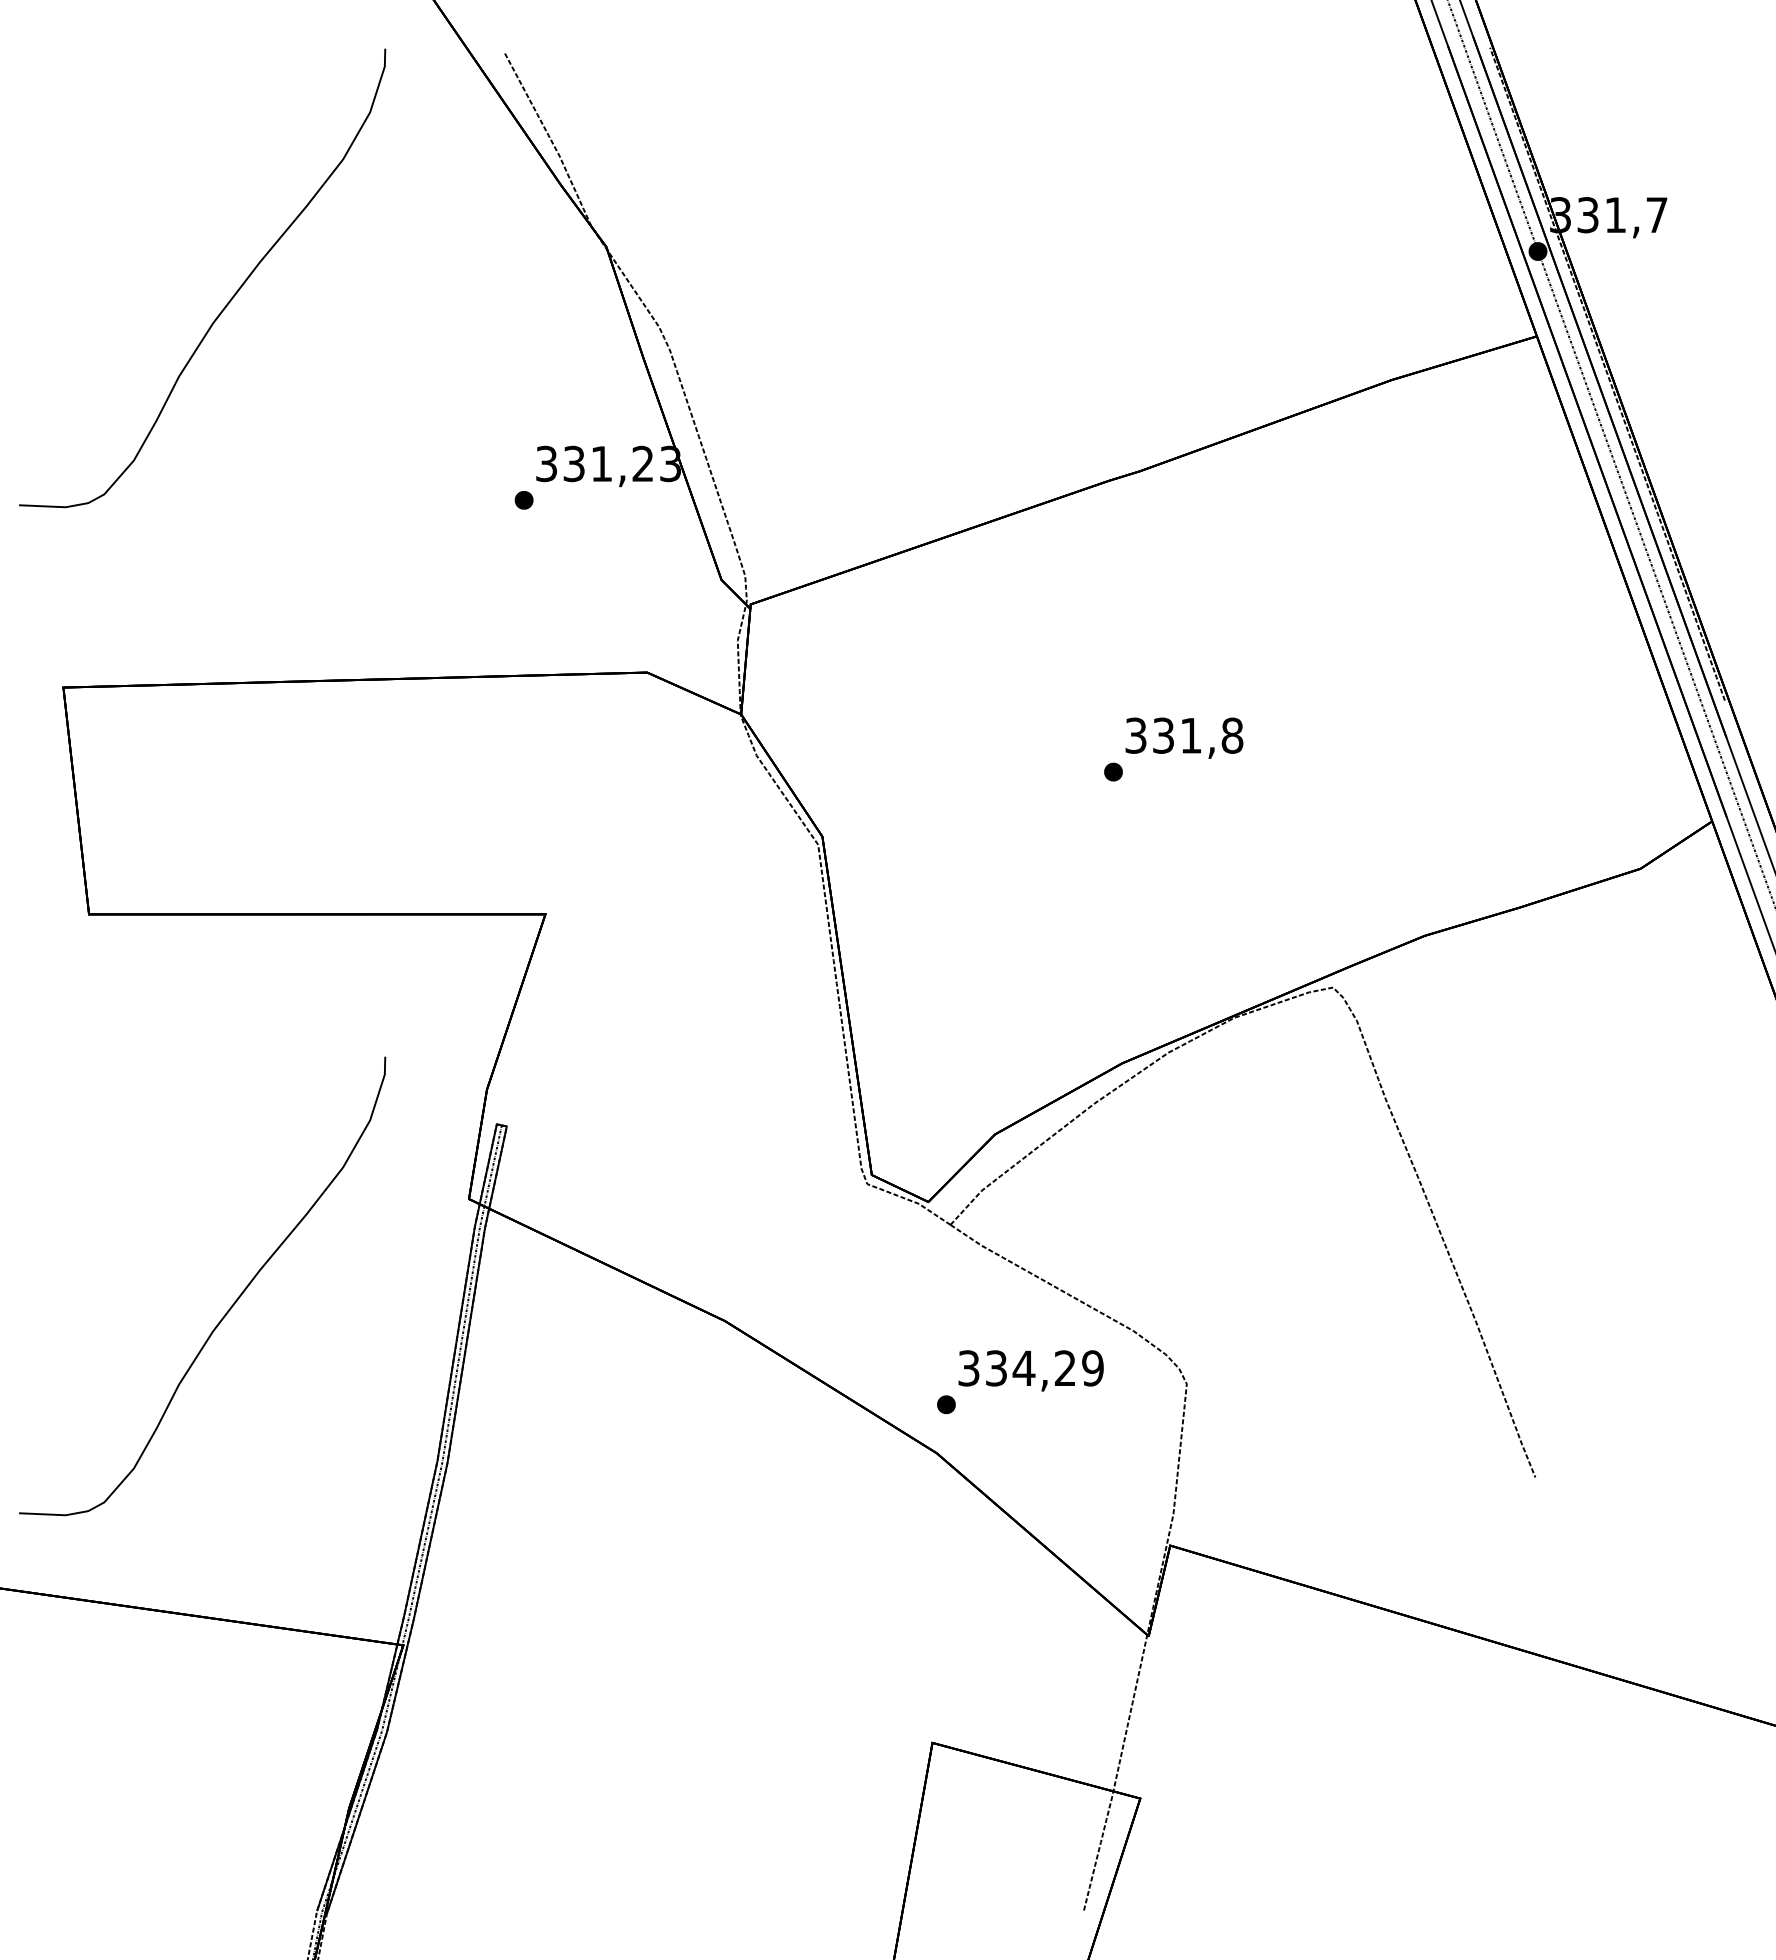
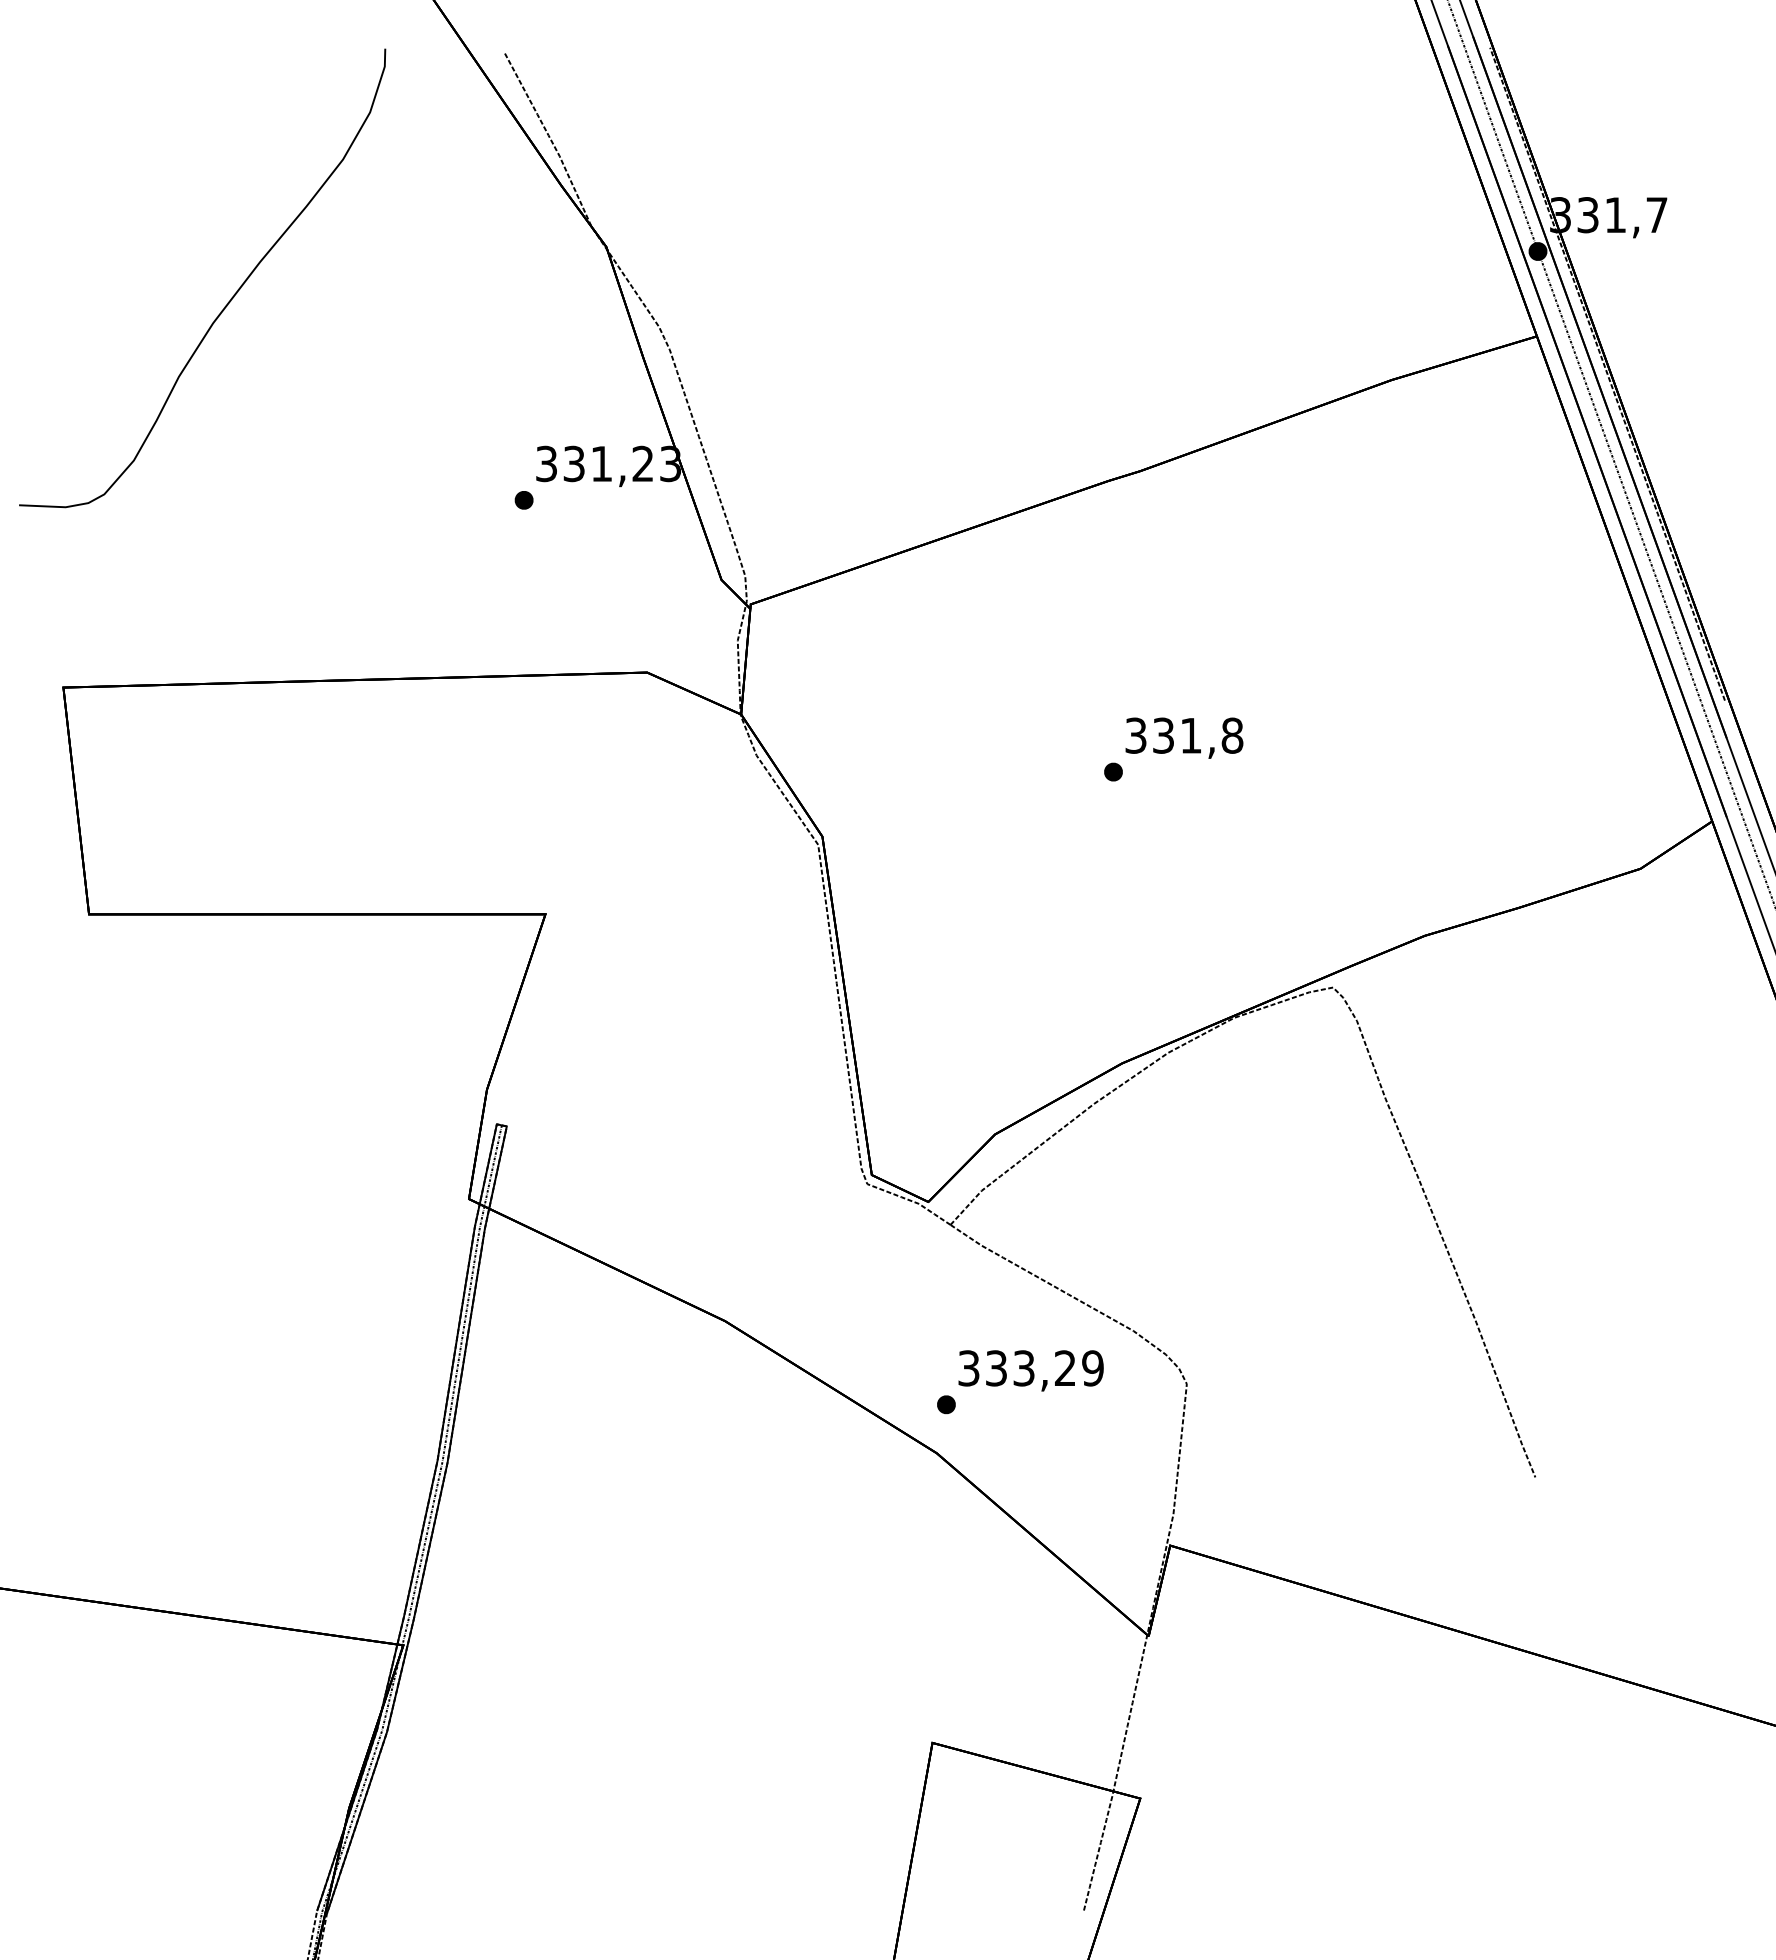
curve at (230, 1306): present -> none
text at (1023, 1368): 334,29 -> 333,29
